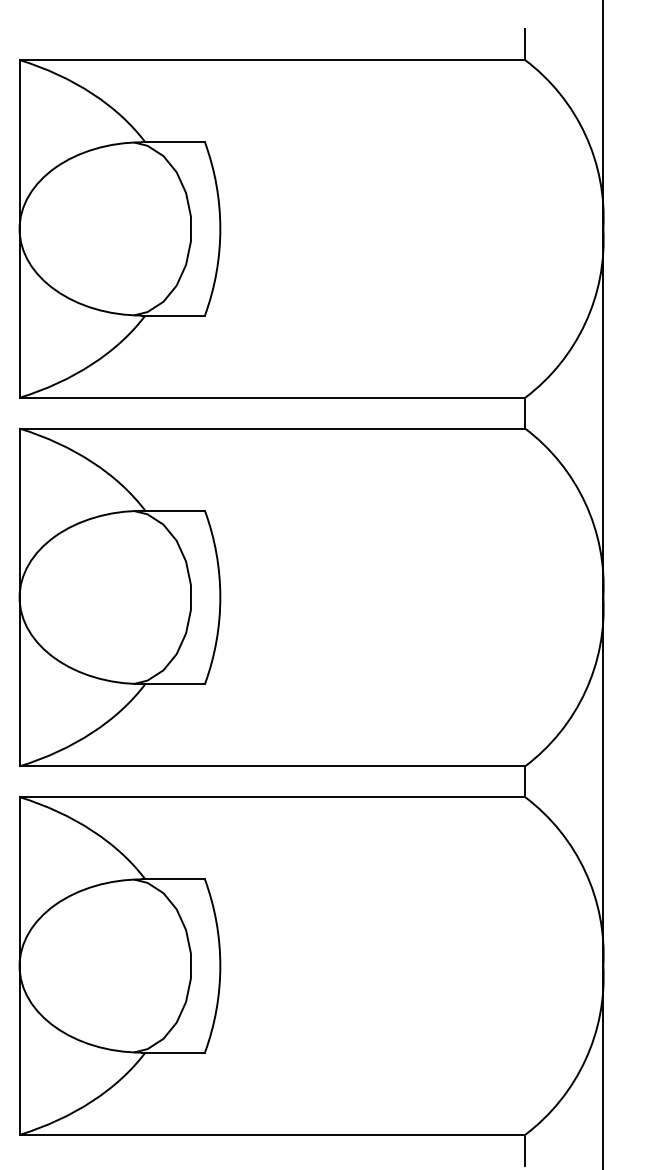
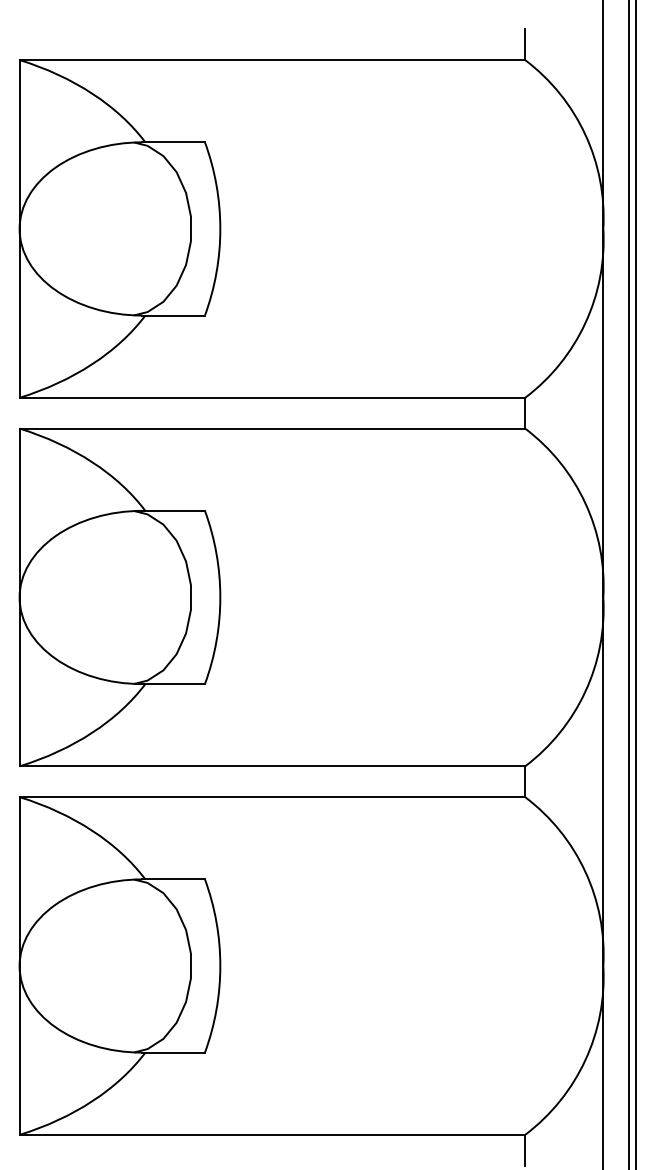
line at (629, 584): none -> present
line at (635, 584): none -> present
